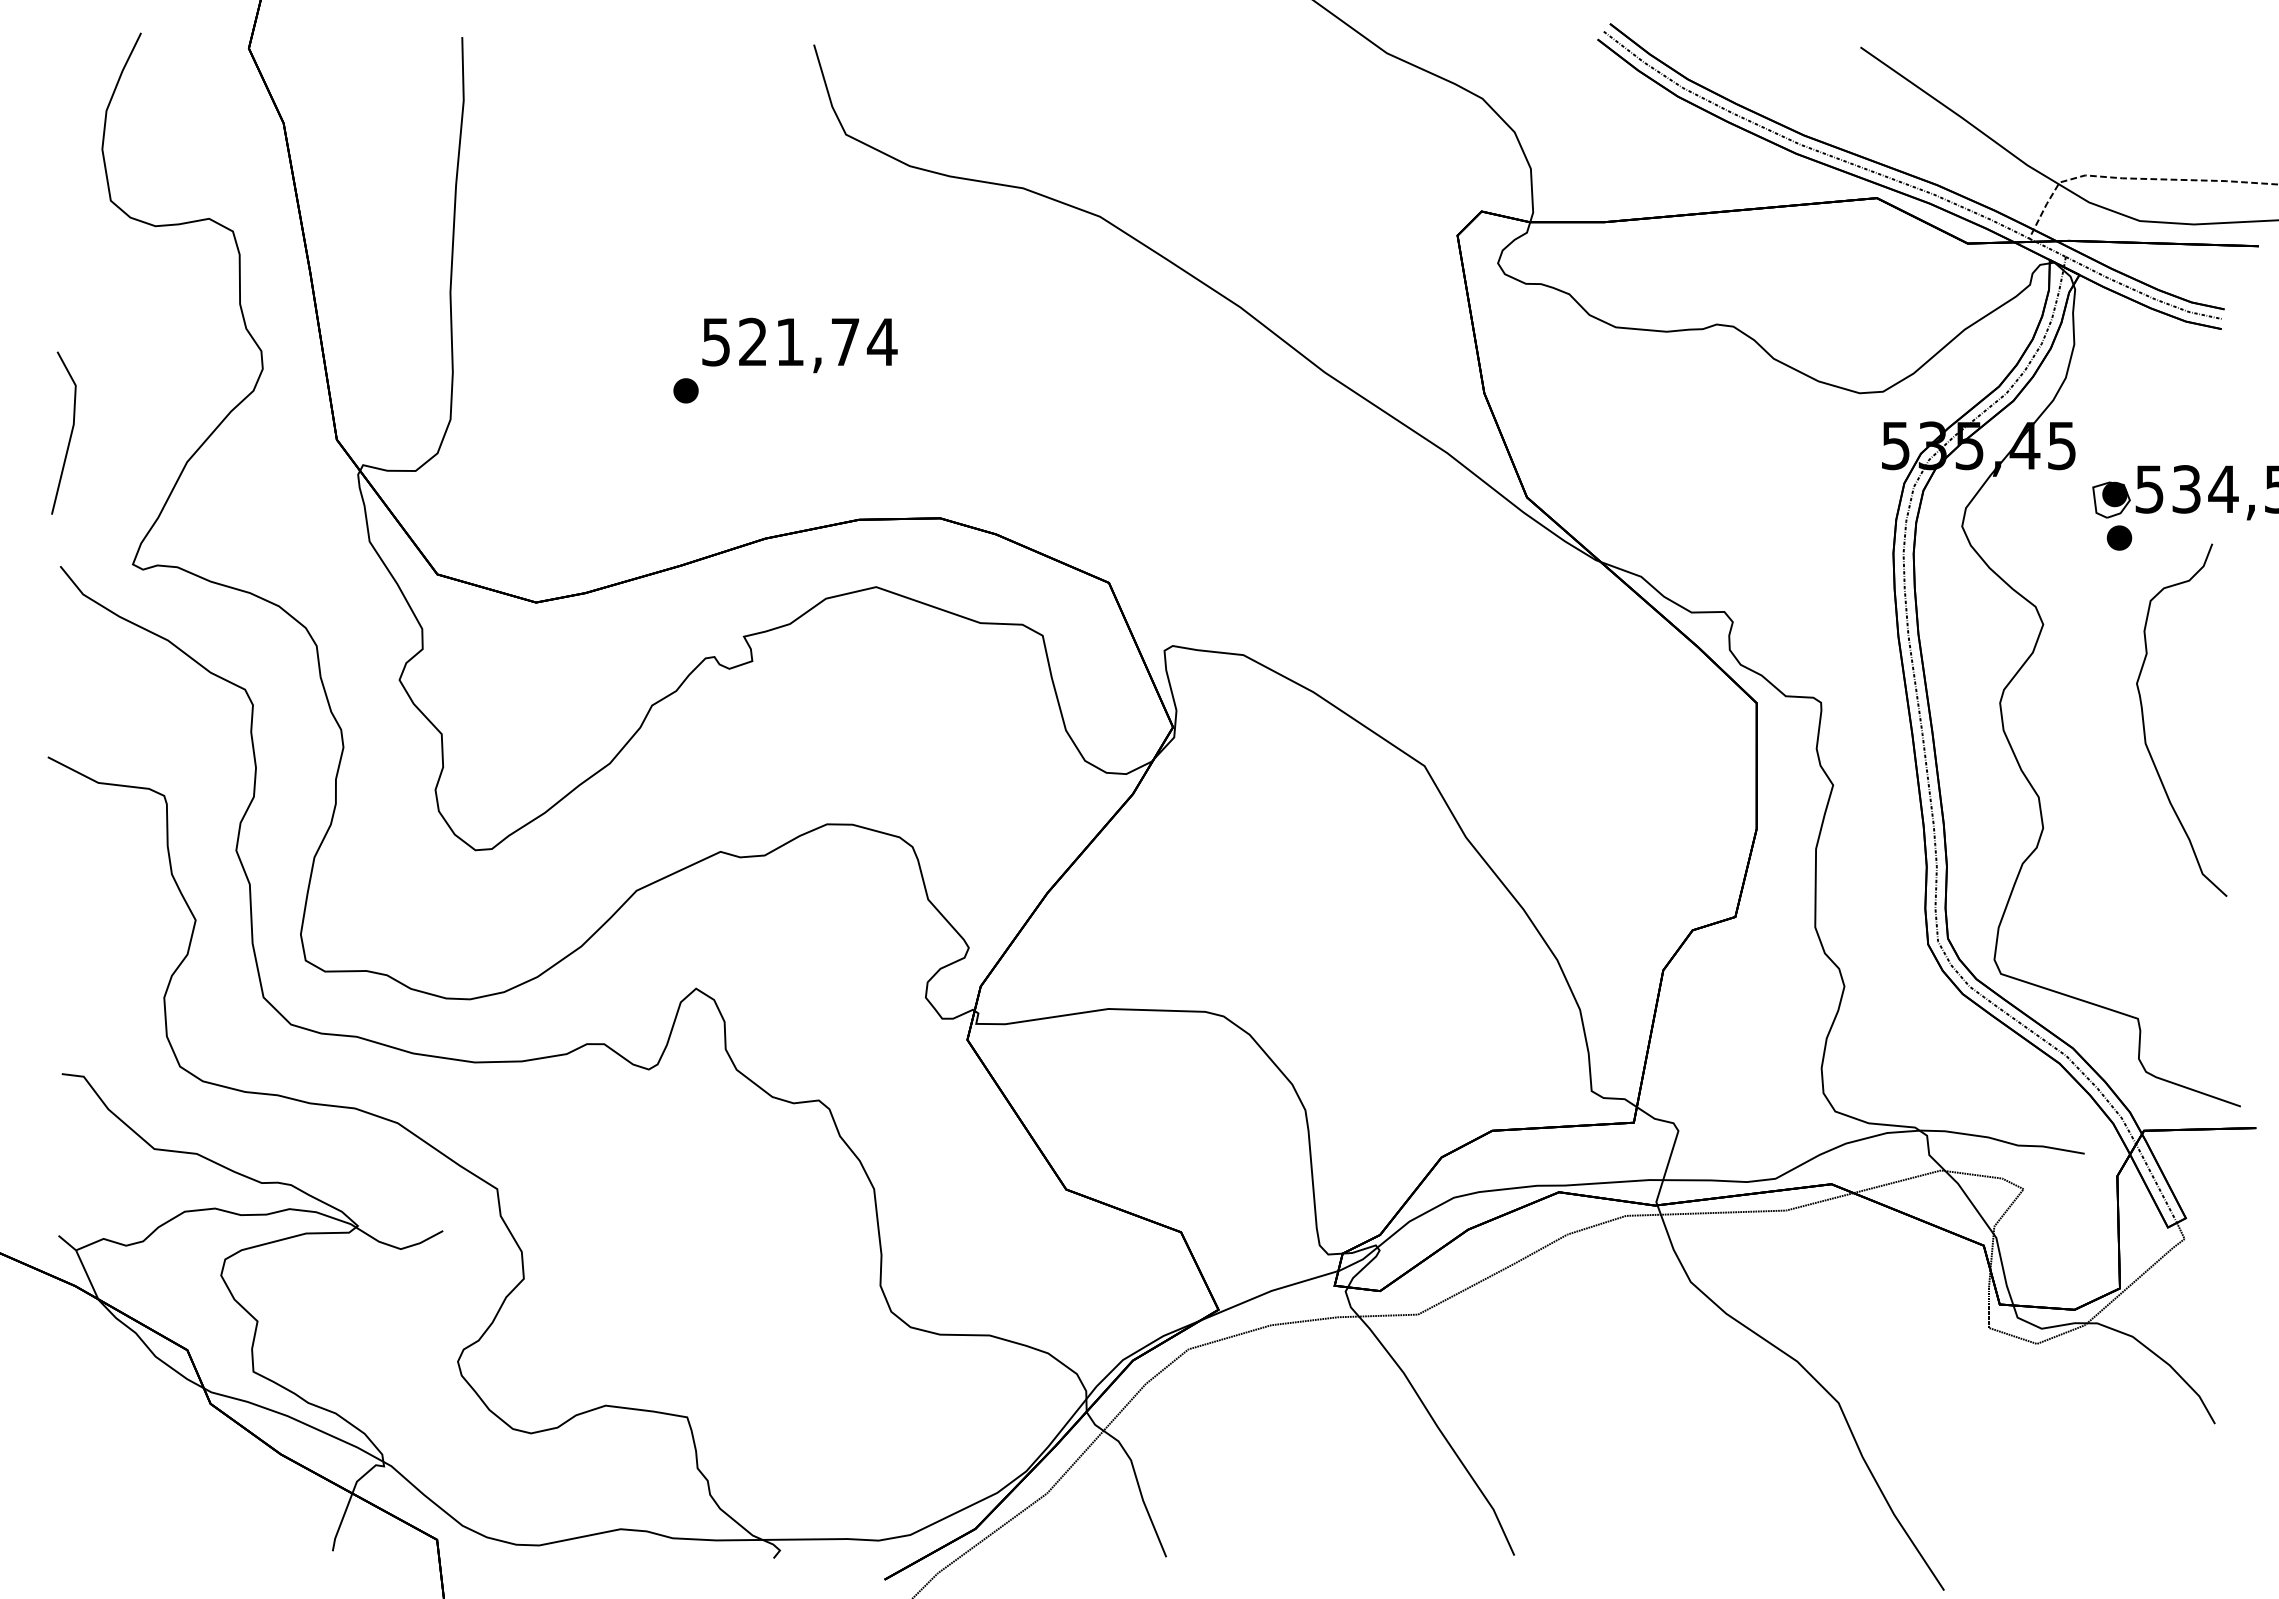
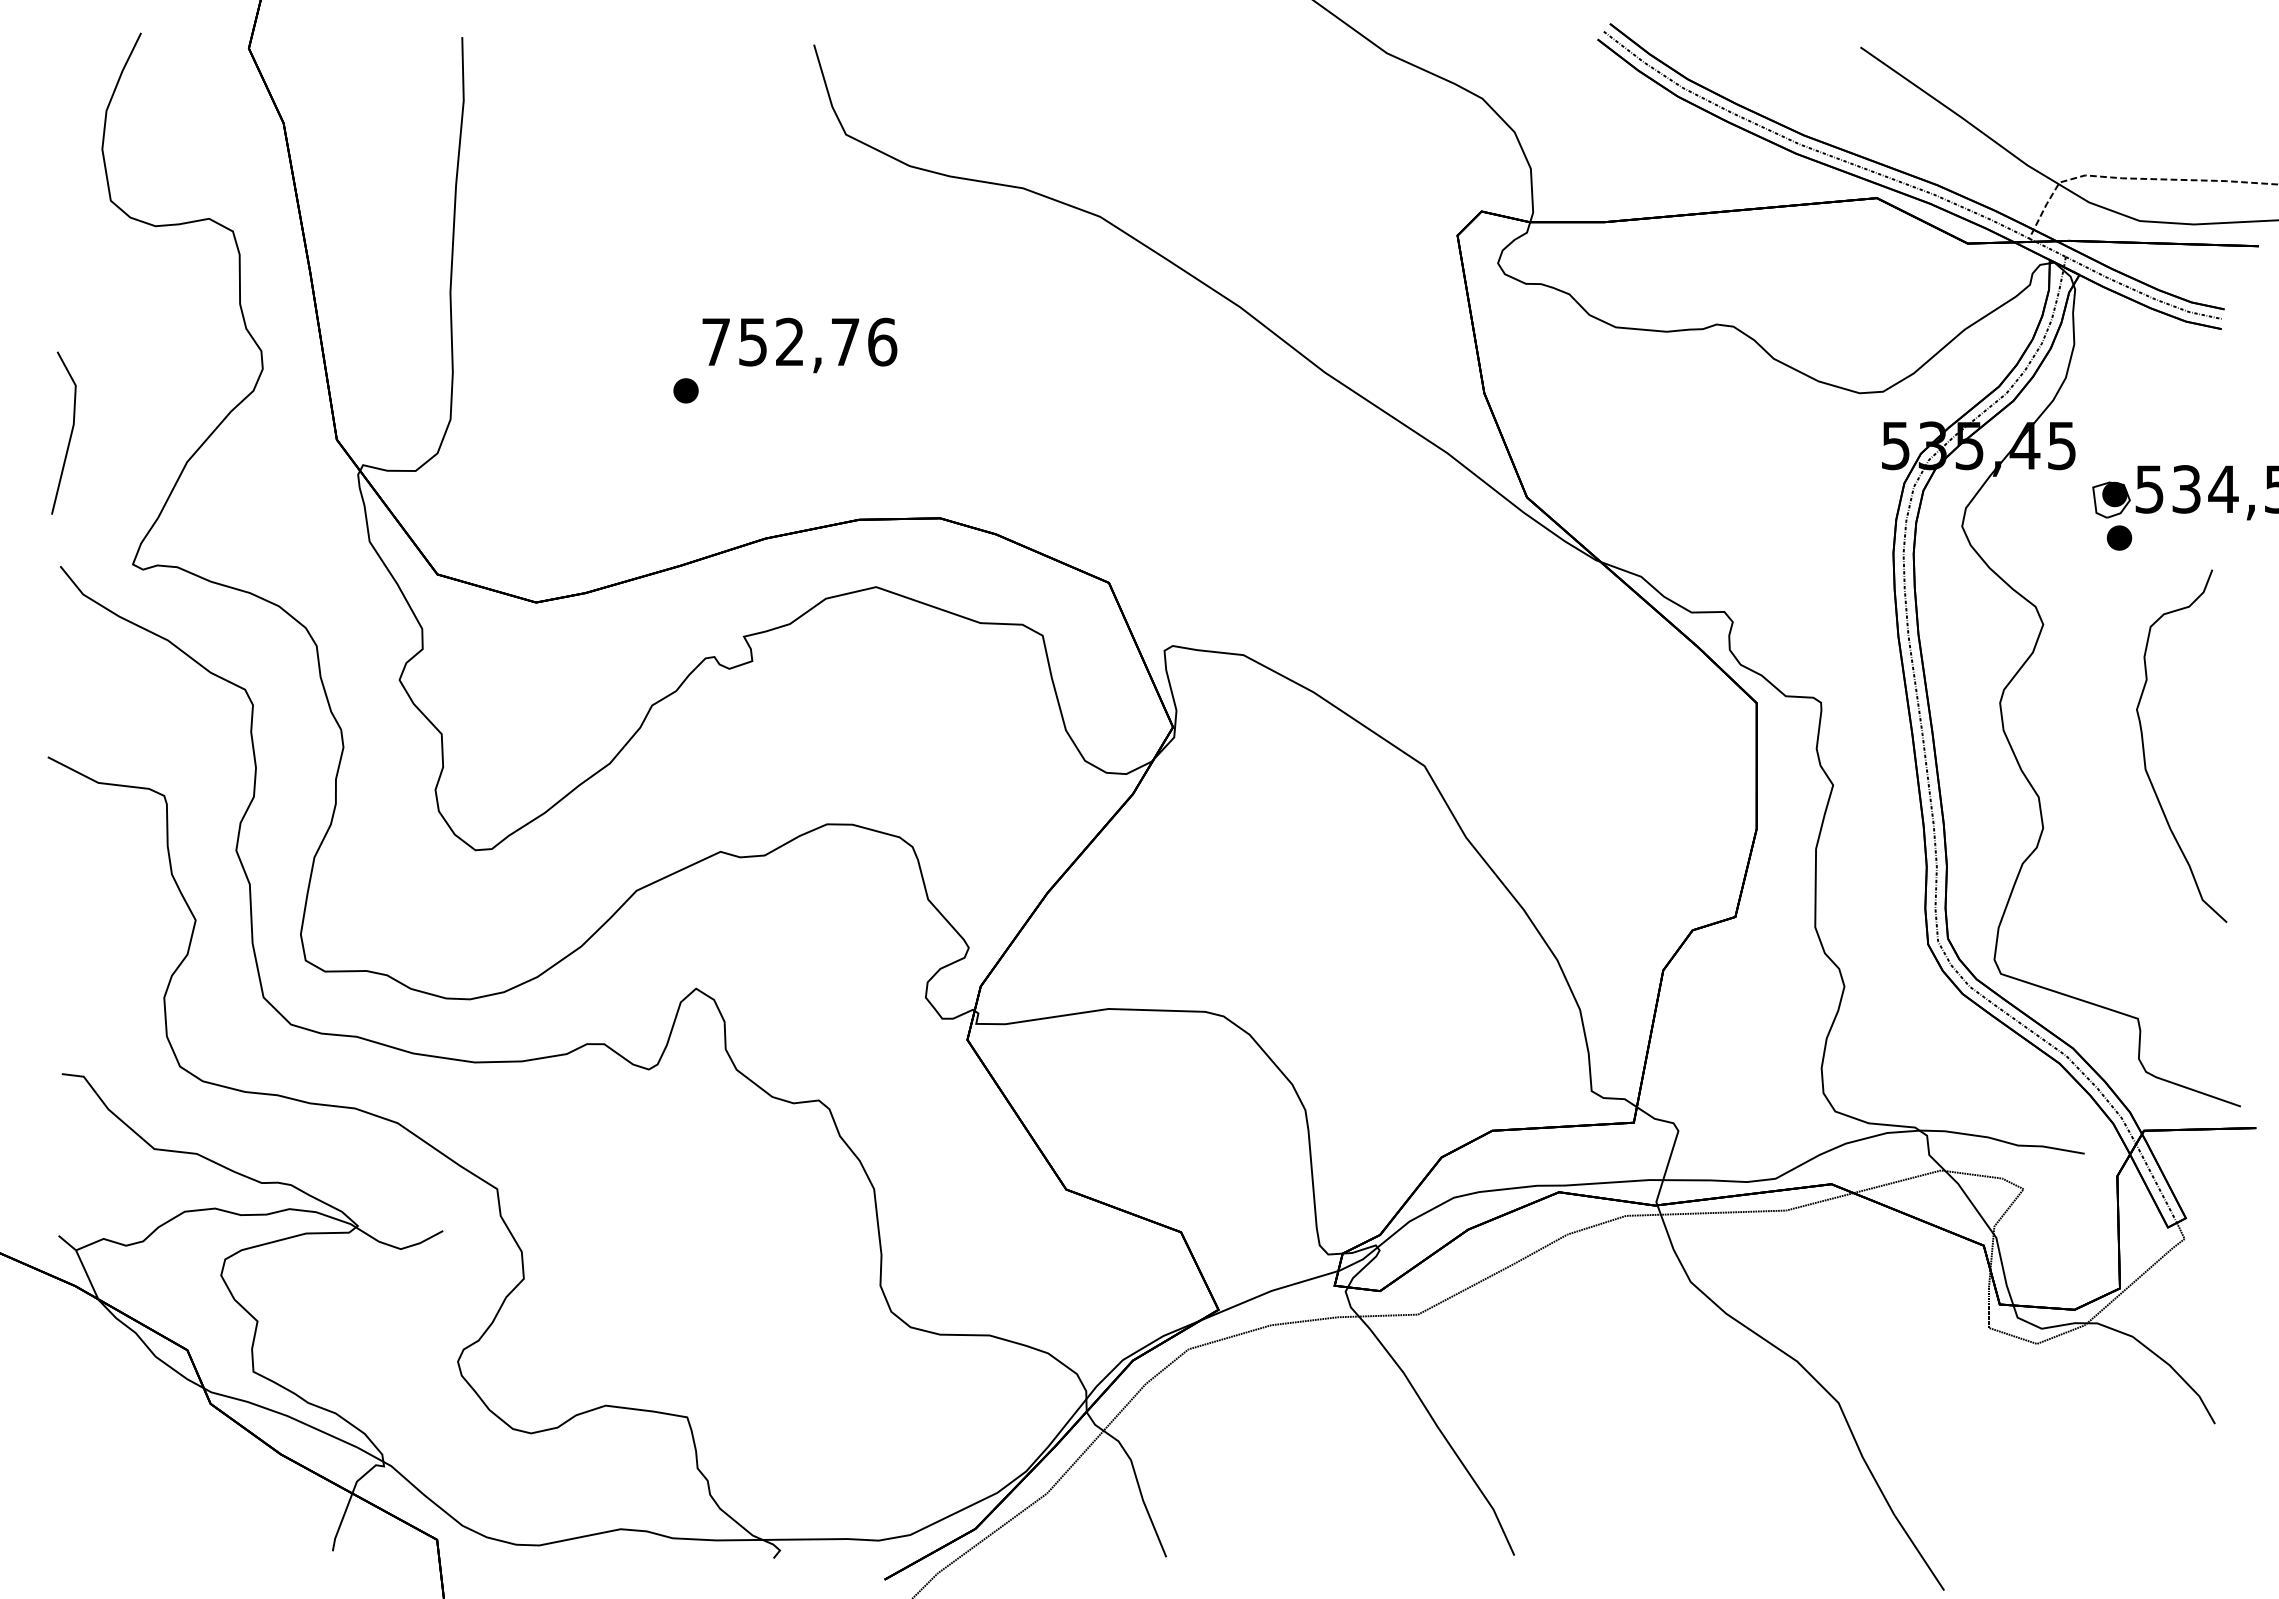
text at (799, 341): 521,74 -> 752,76
part at (2144, 720) position: (2144, 720) -> (2144, 746)
